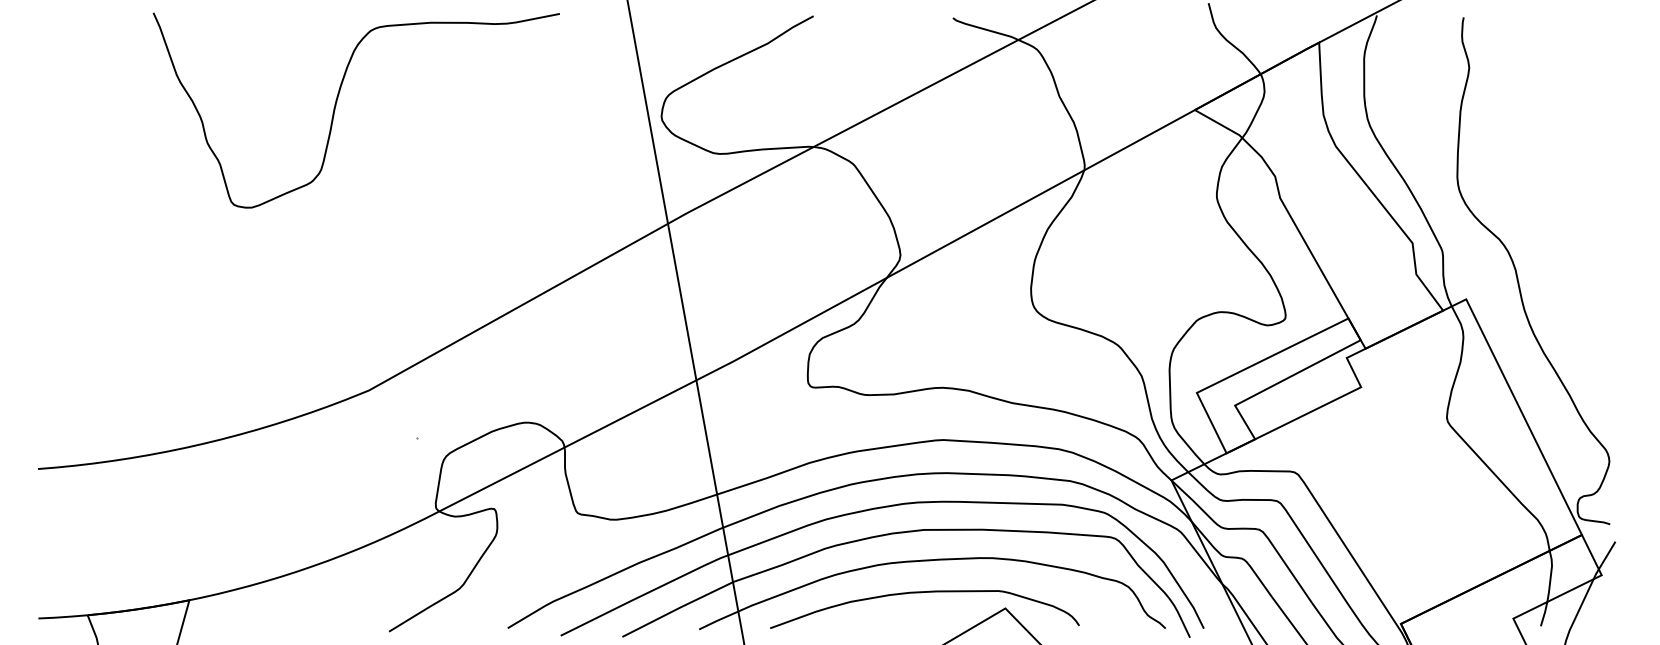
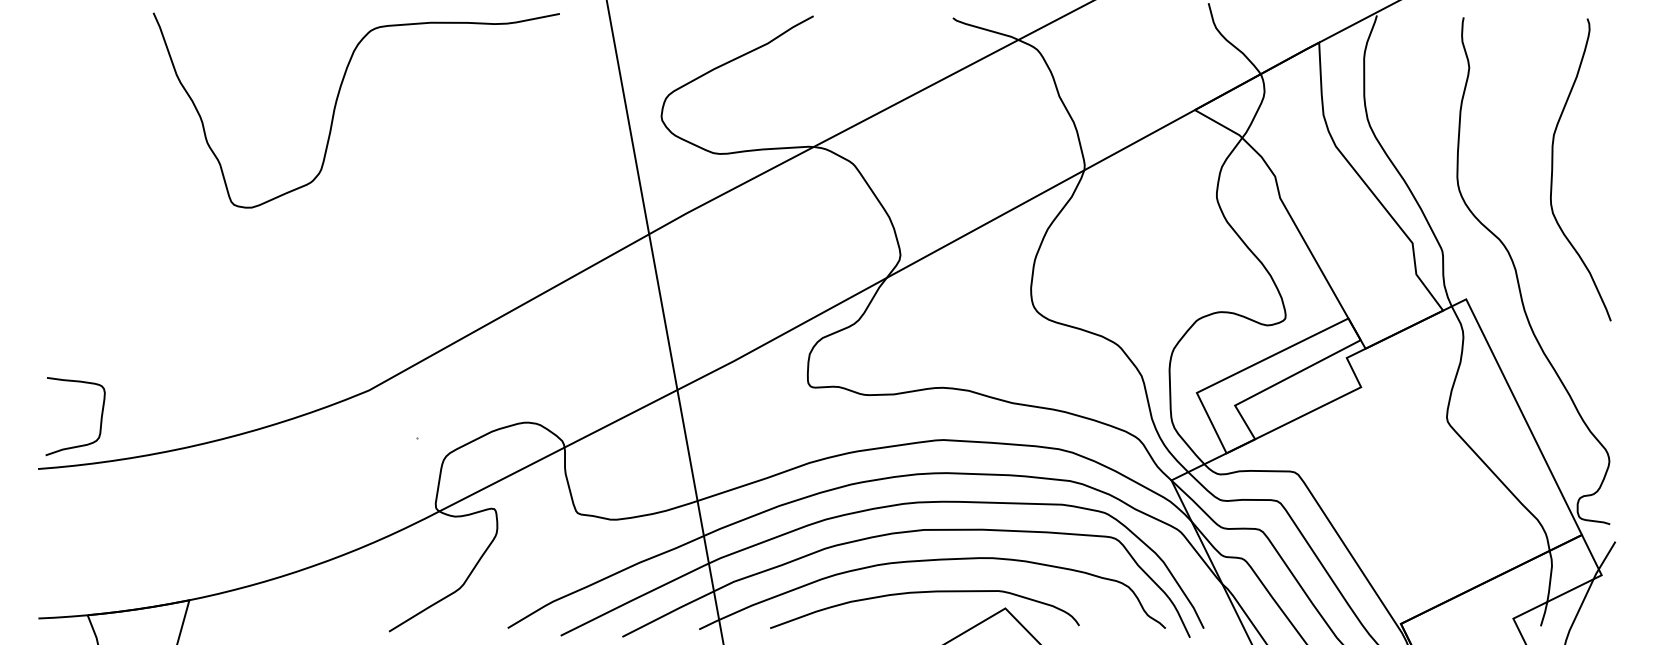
curve at (1553, 169): none -> present
line at (685, 321) position: (685, 321) -> (664, 321)
curve at (100, 417): none -> present
